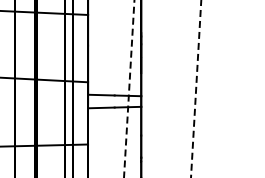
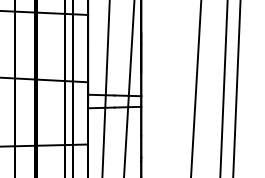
line at (105, 88): none -> present
line at (129, 88): dashed -> solid
line at (223, 88): none -> present
line at (236, 88): none -> present
line at (196, 89): dashed -> solid
